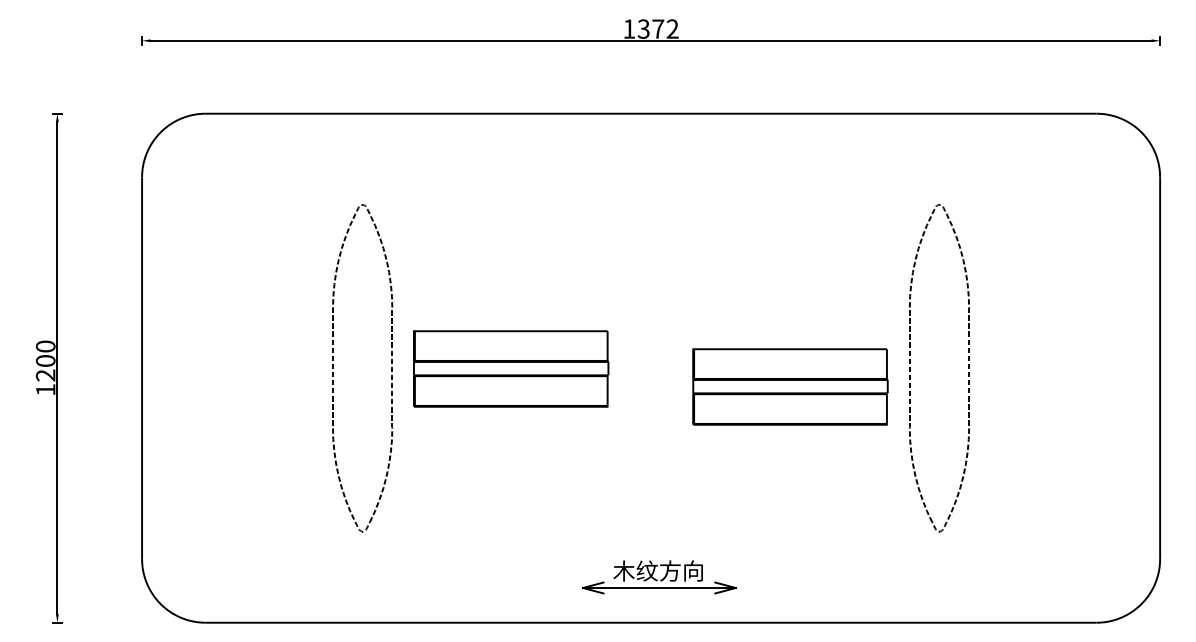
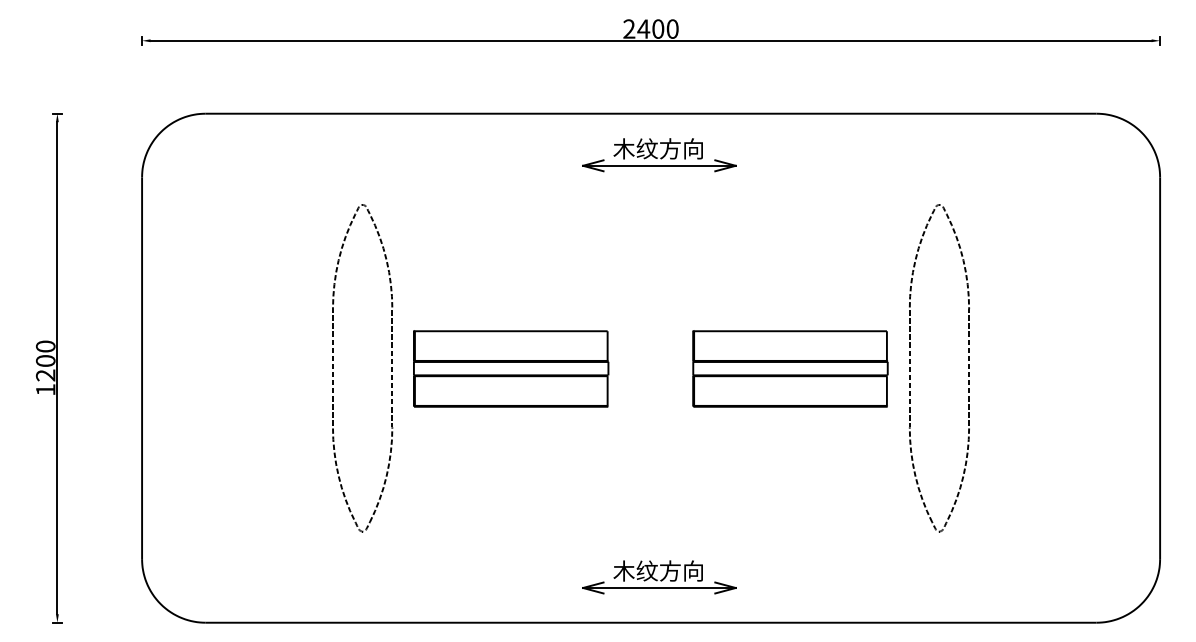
text at (650, 28): 1372 -> 2400
part at (659, 155): none -> present
part at (790, 386) position: (790, 386) -> (790, 368)
